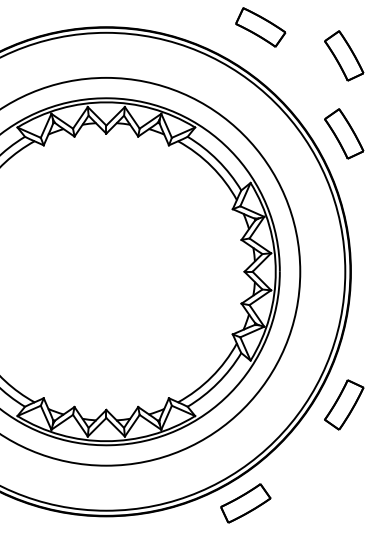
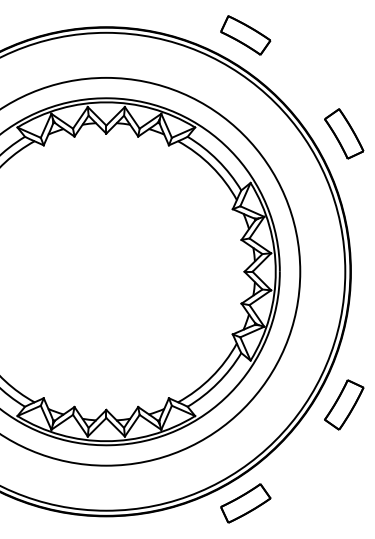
part at (260, 27) position: (260, 27) -> (245, 35)
part at (344, 55): present -> none
